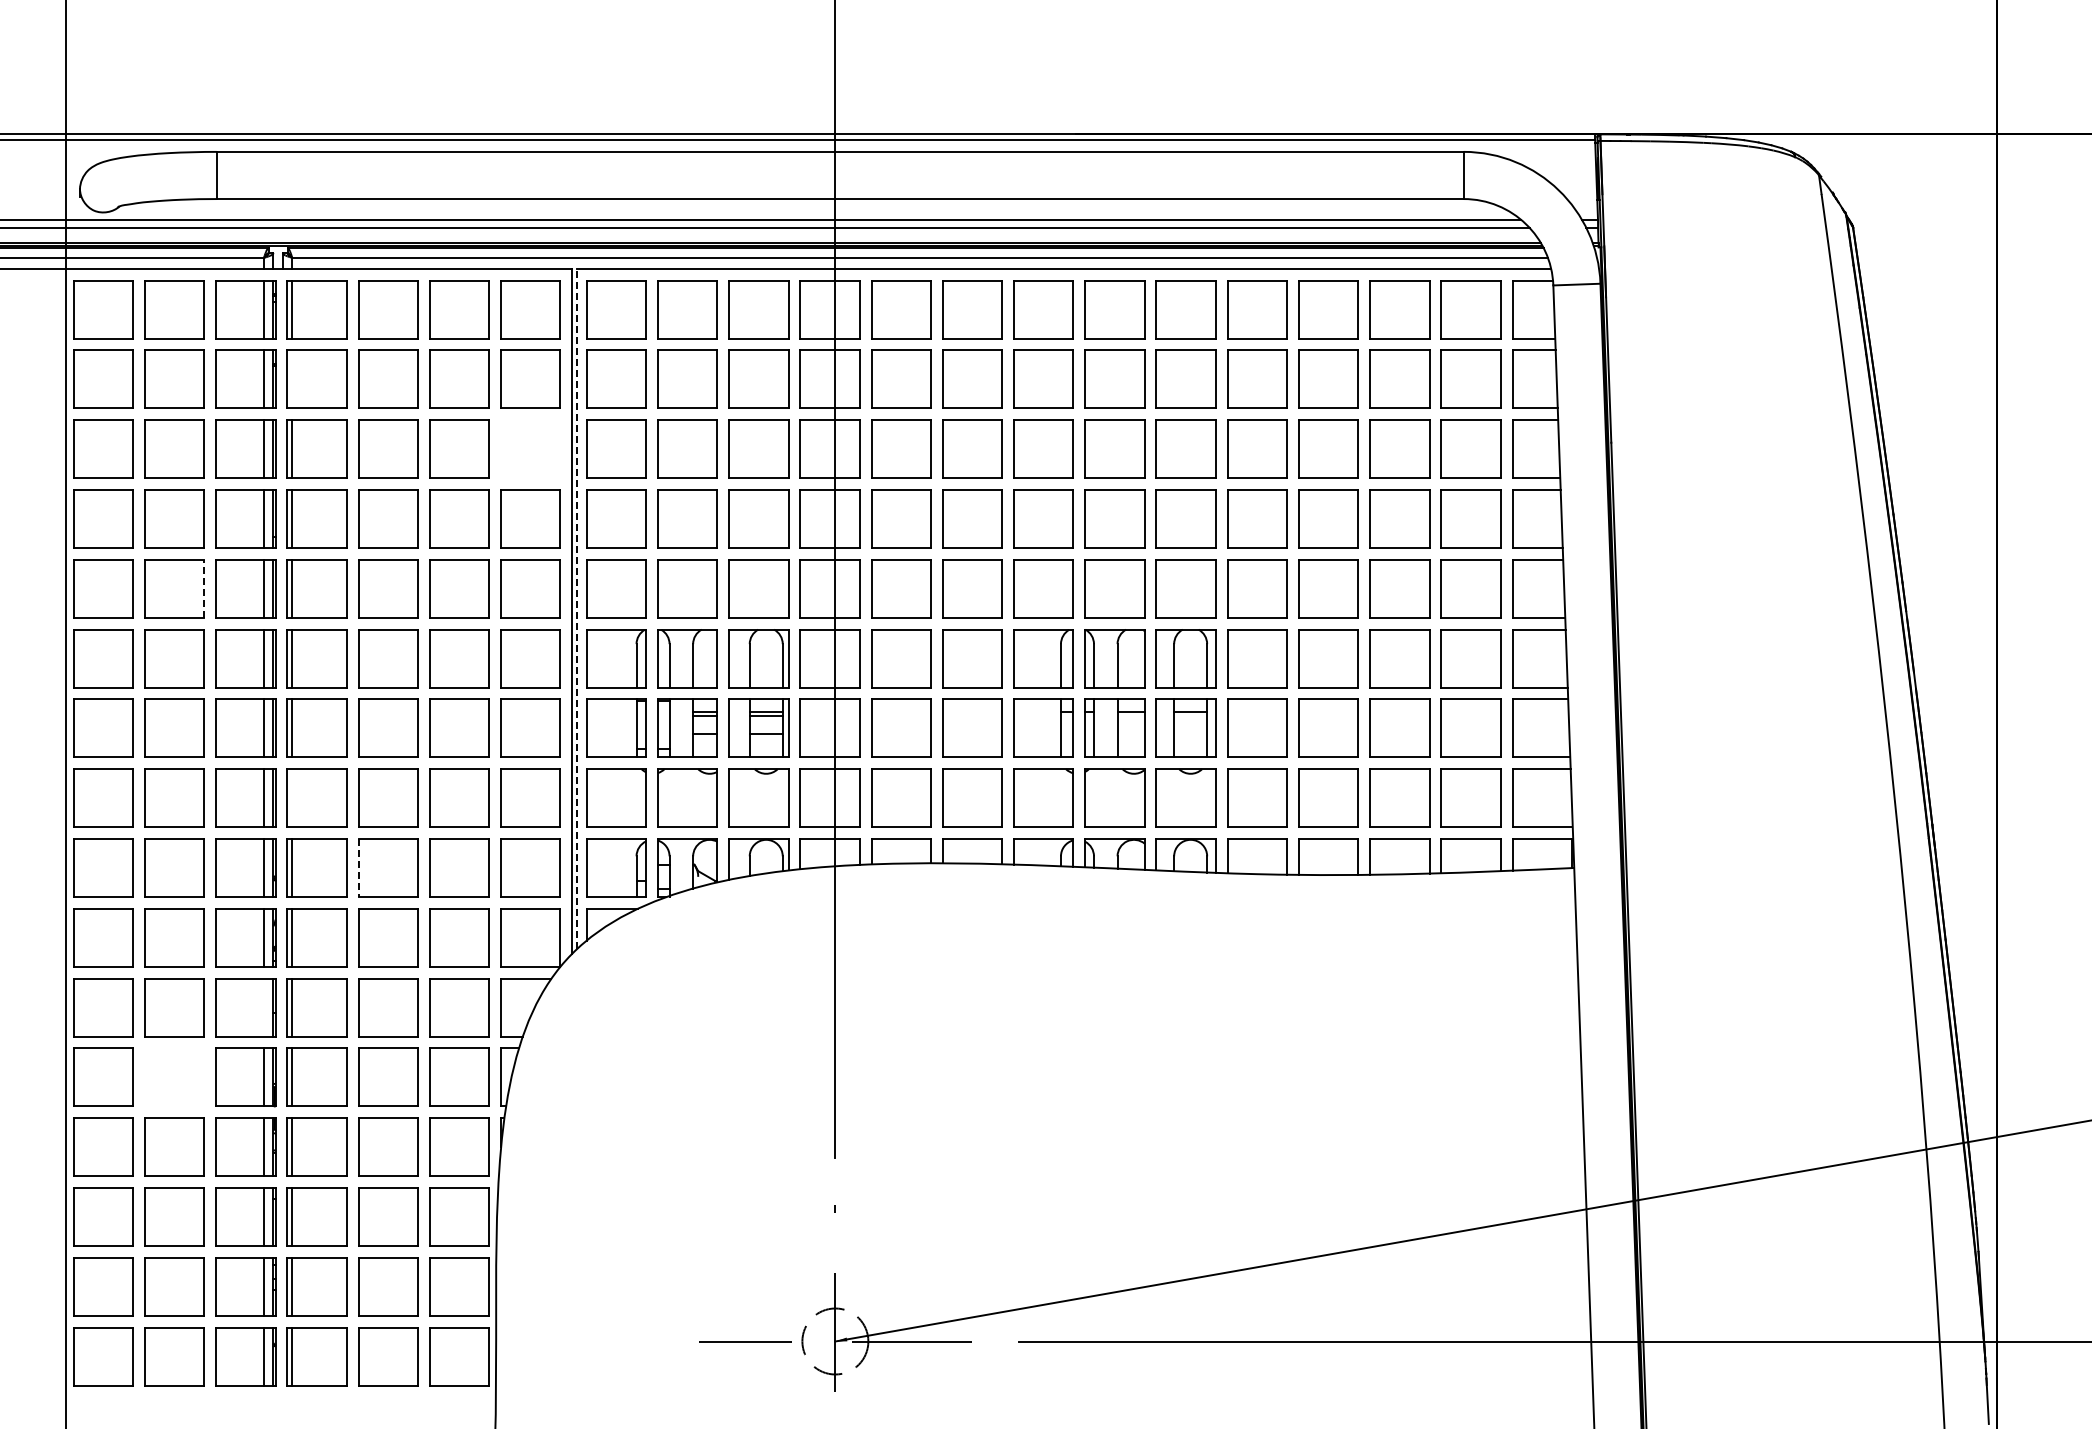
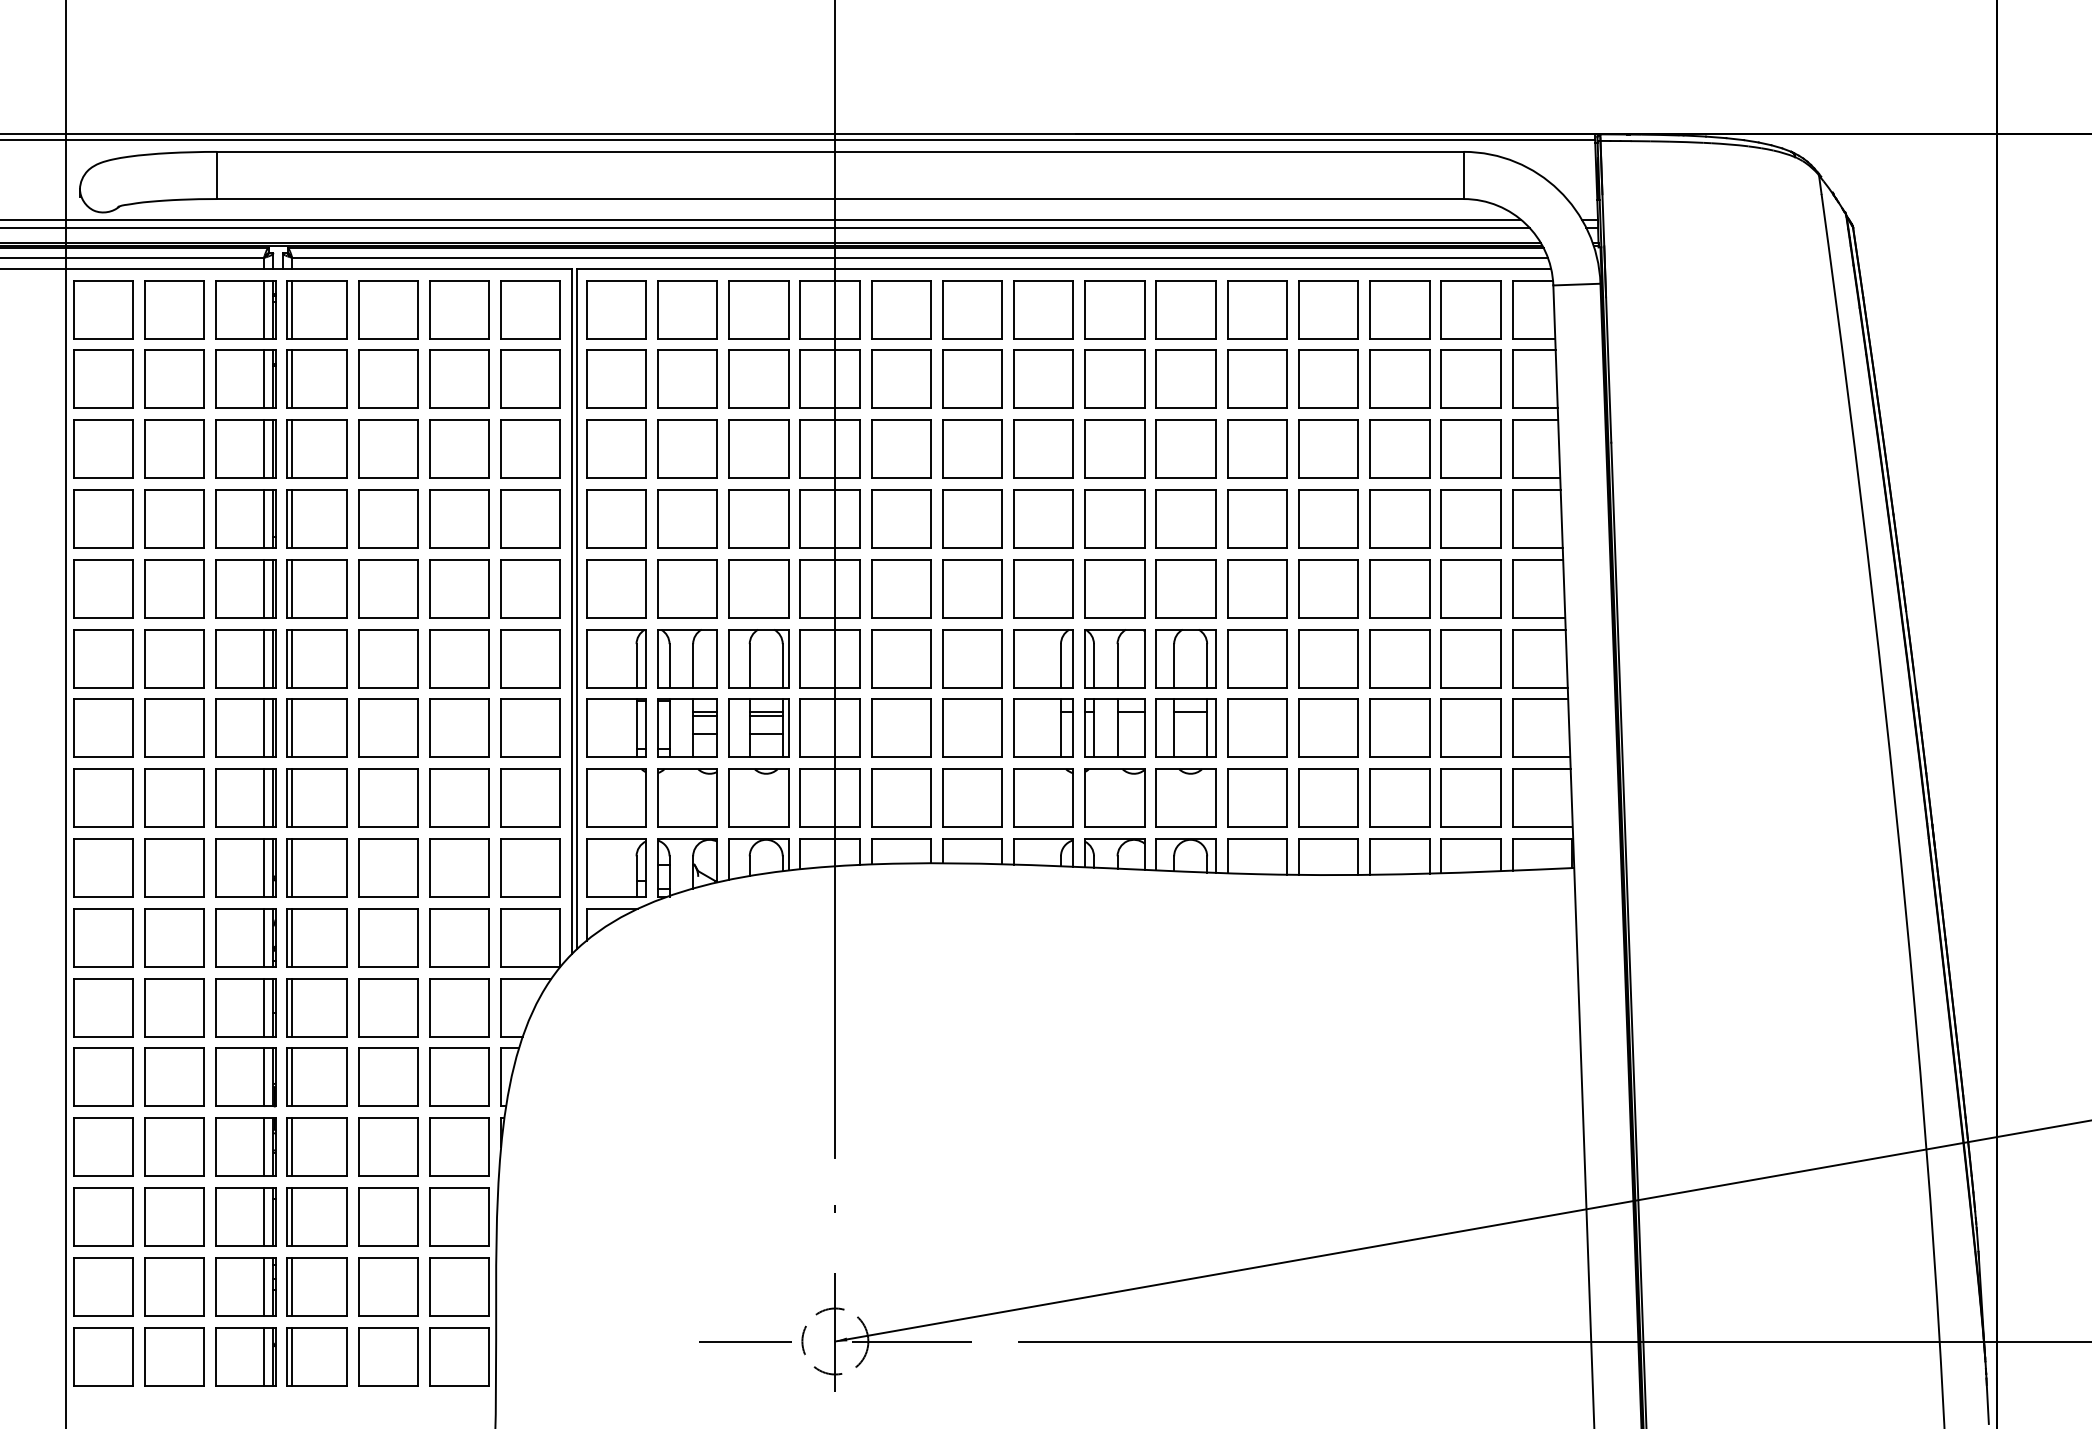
line at (292, 379): none -> present
part at (530, 448): none -> present
line at (204, 588): dashed -> solid
line at (576, 608): dashed -> solid
line at (292, 798): none -> present
line at (358, 868): dashed -> solid
line at (264, 1007): none -> present
part at (174, 1076): none -> present
